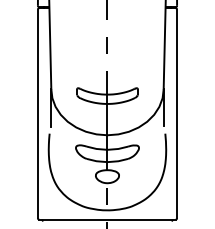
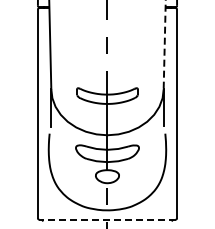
line at (164, 44): solid -> dashed
line at (107, 219): solid -> dashed
